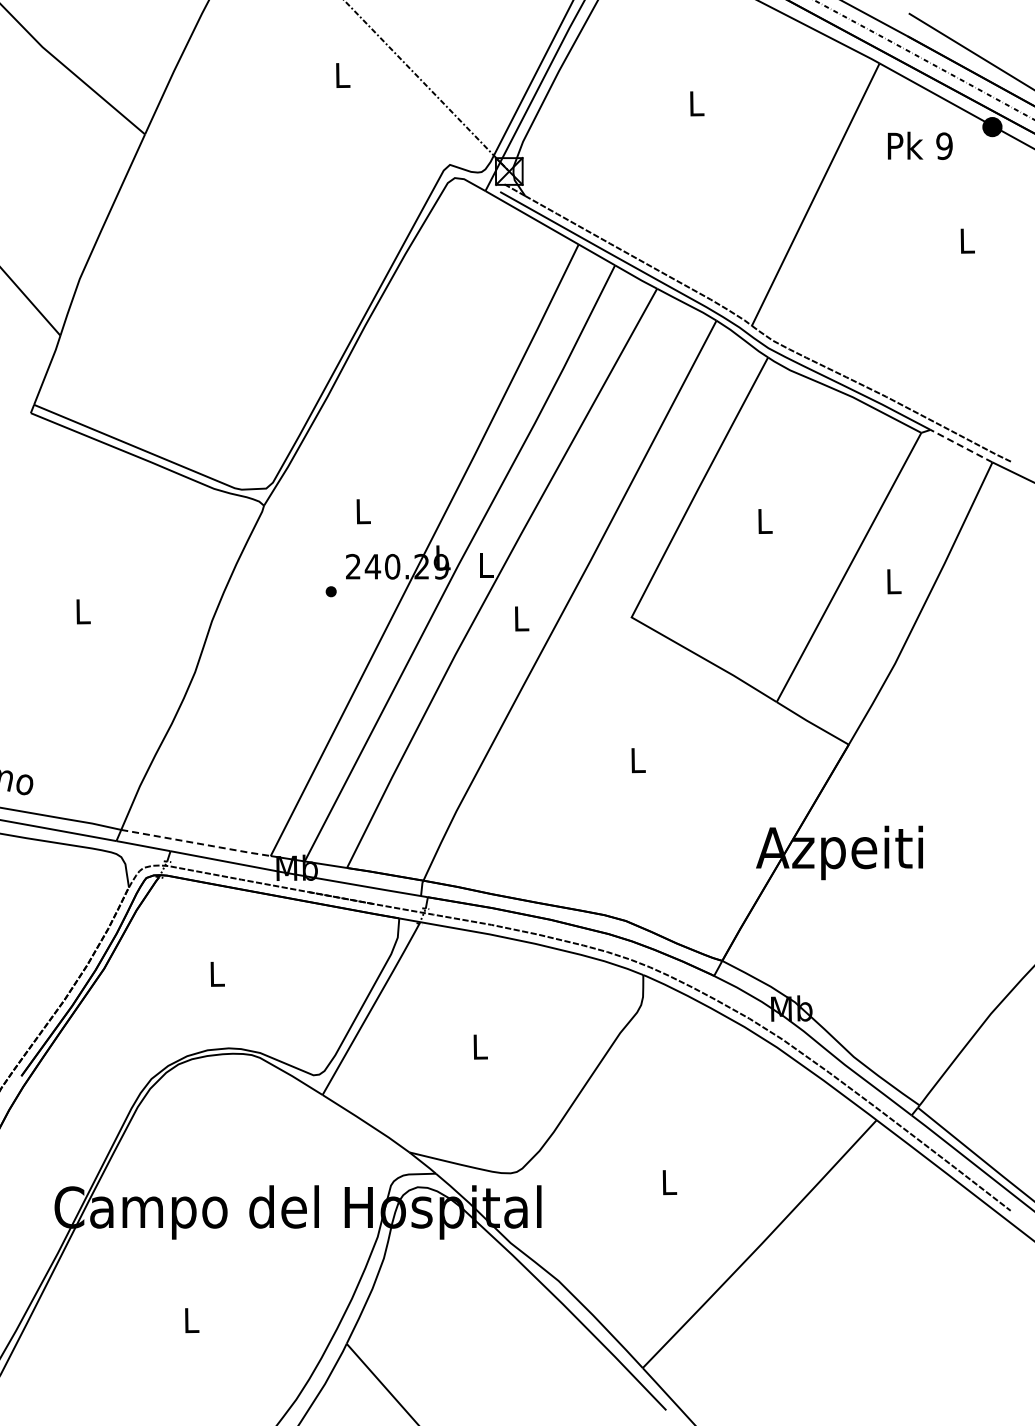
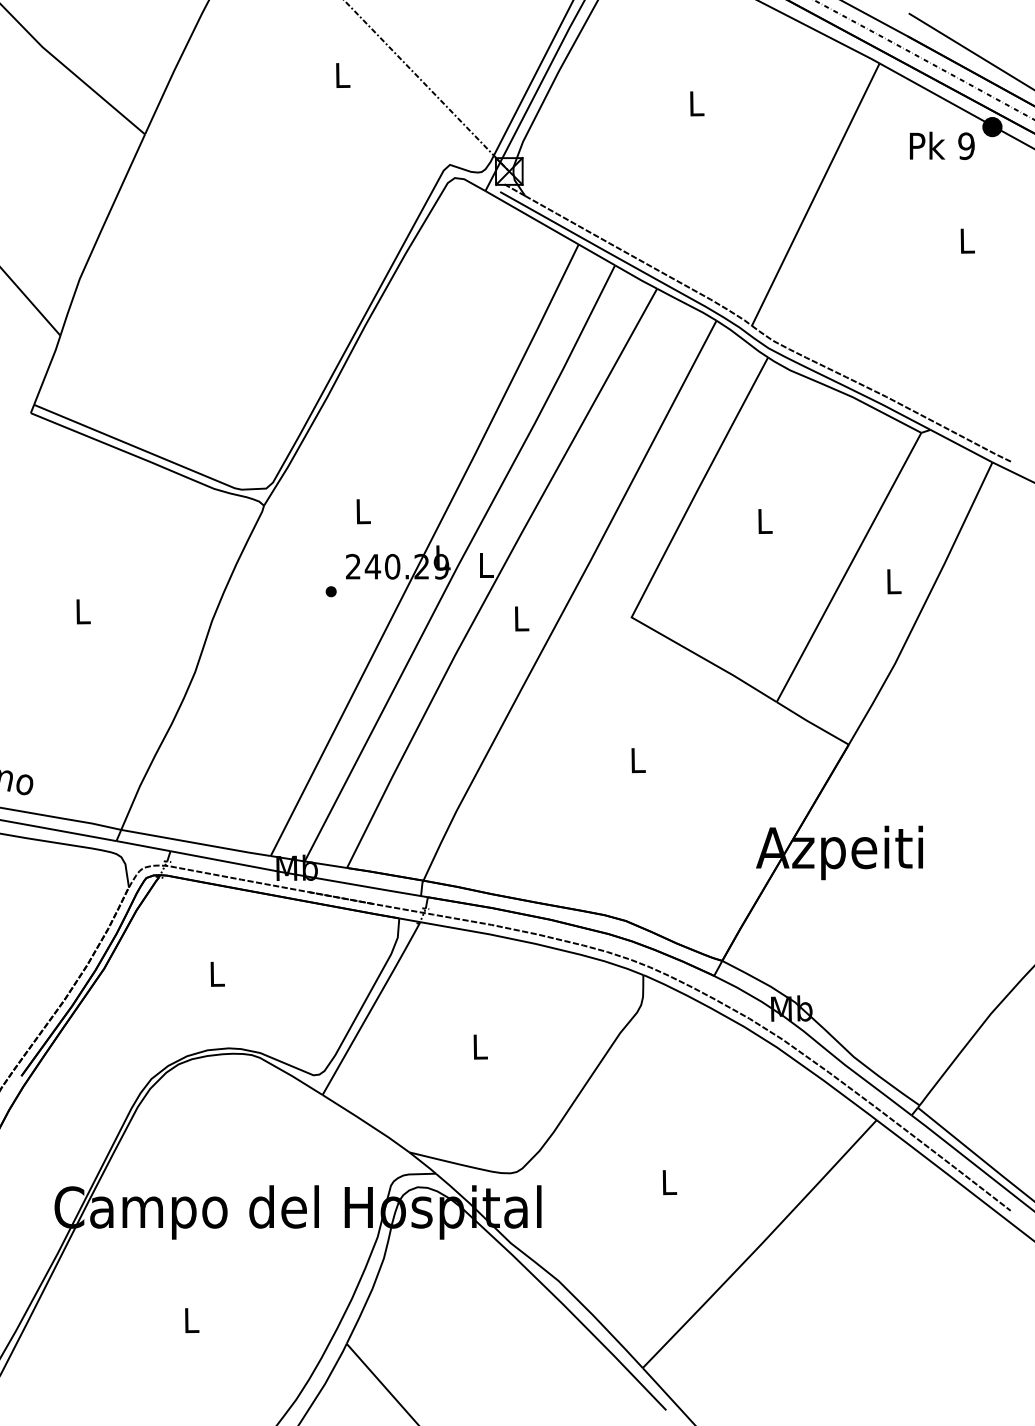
text at (920, 145) position: (920, 145) -> (942, 145)
line at (961, 446): dashed -> solid
line at (196, 843): dashed -> solid
